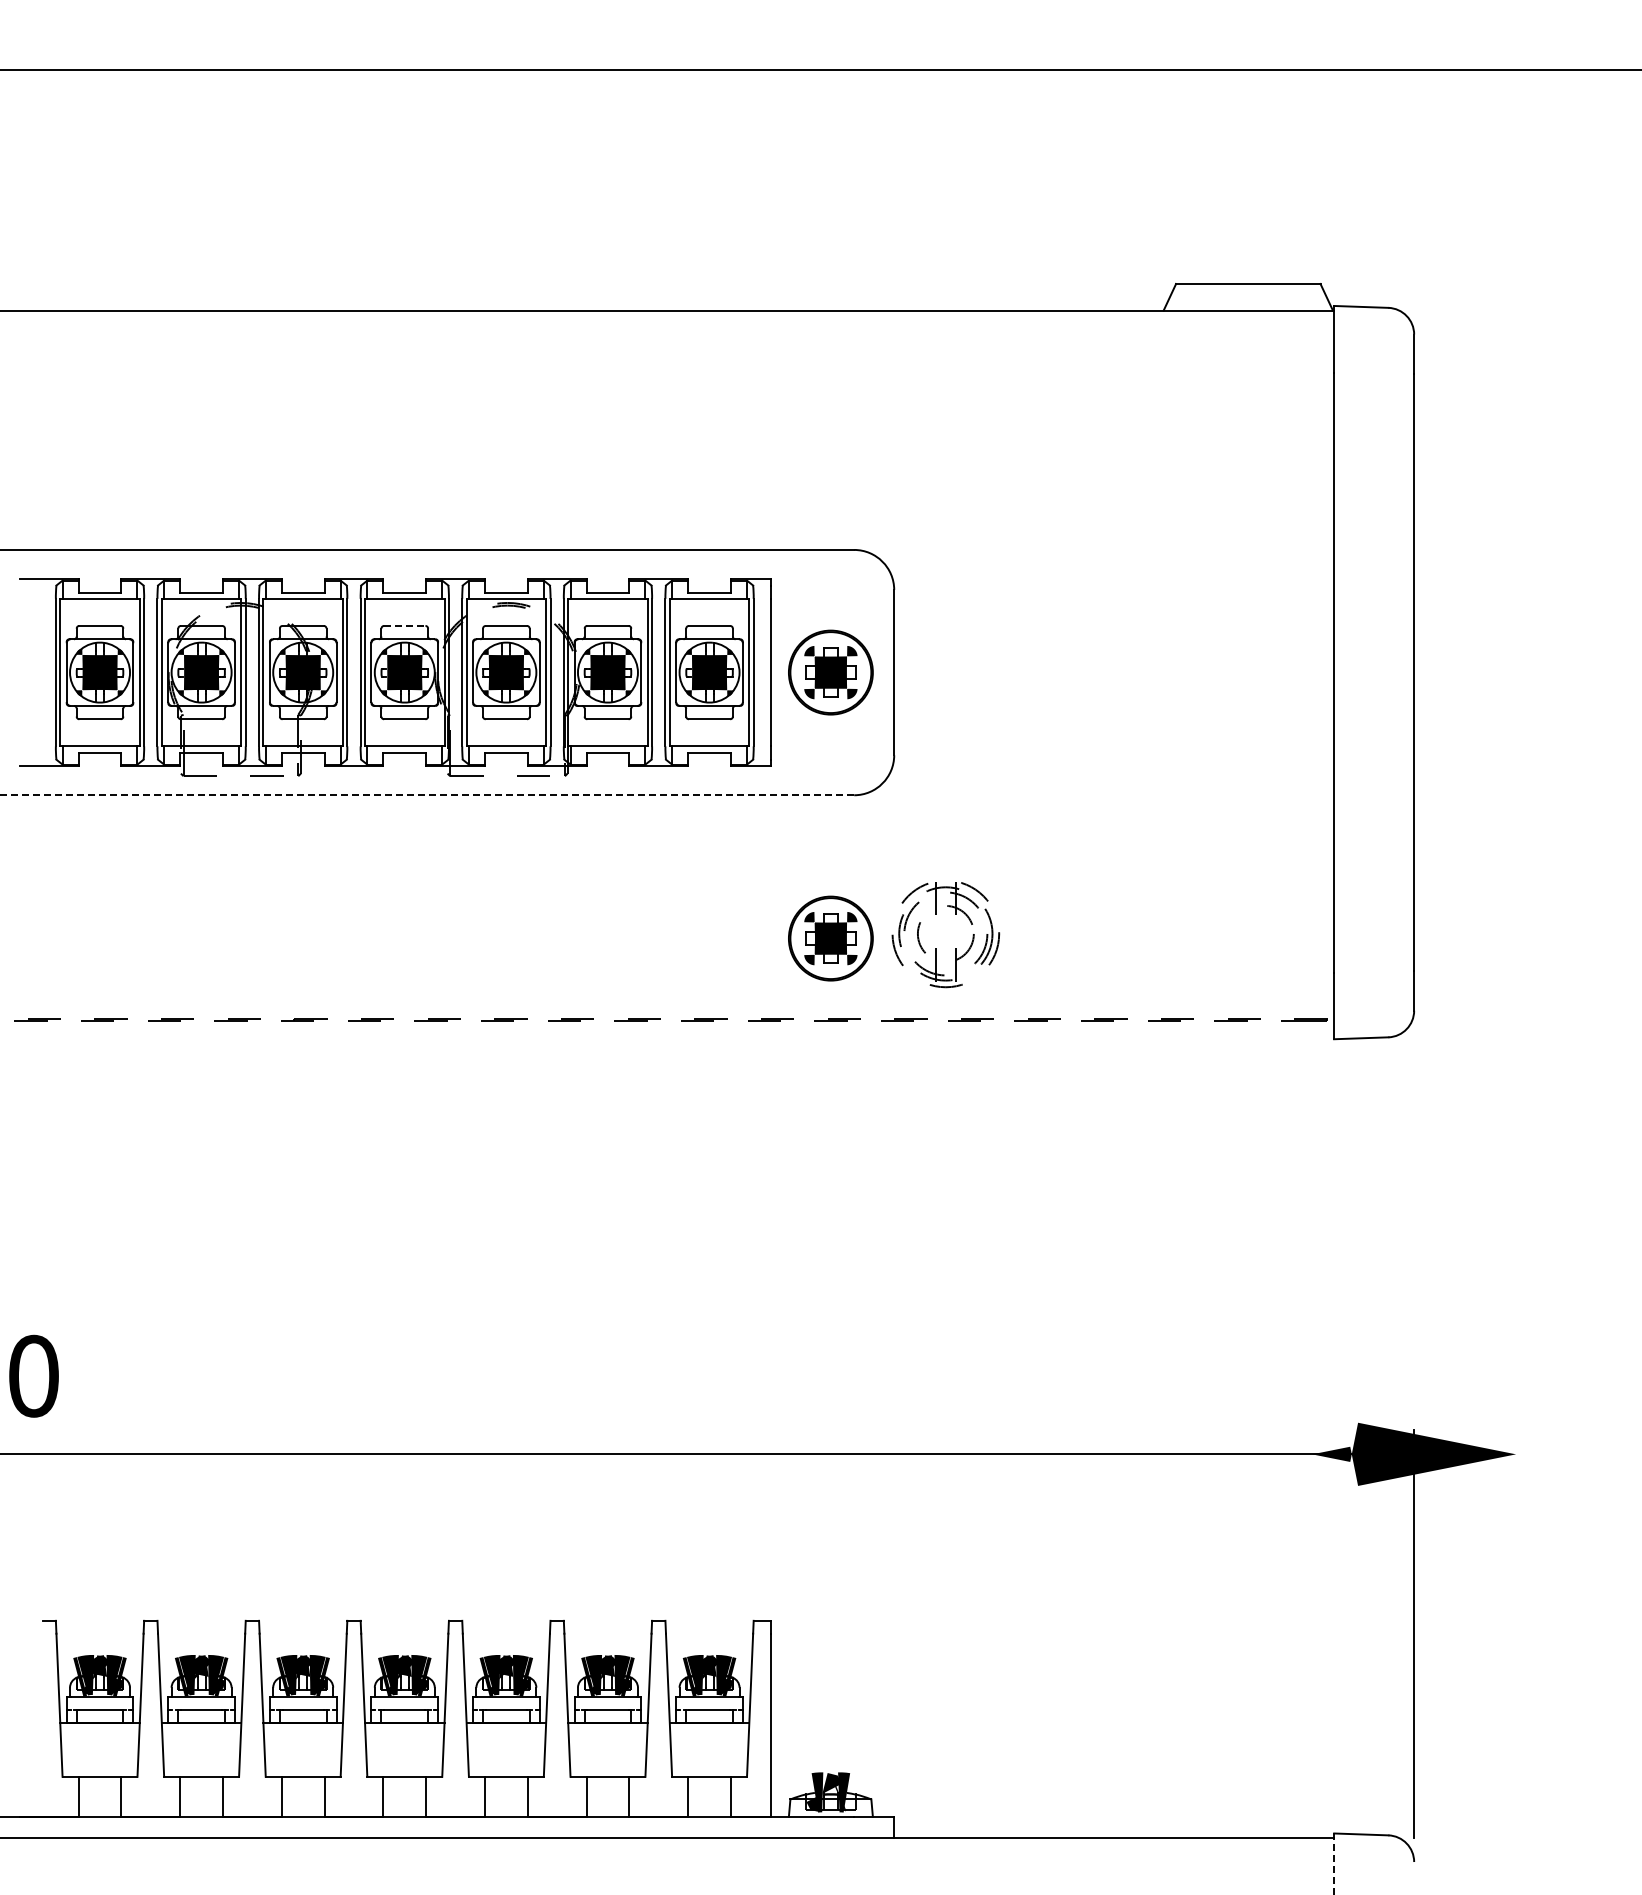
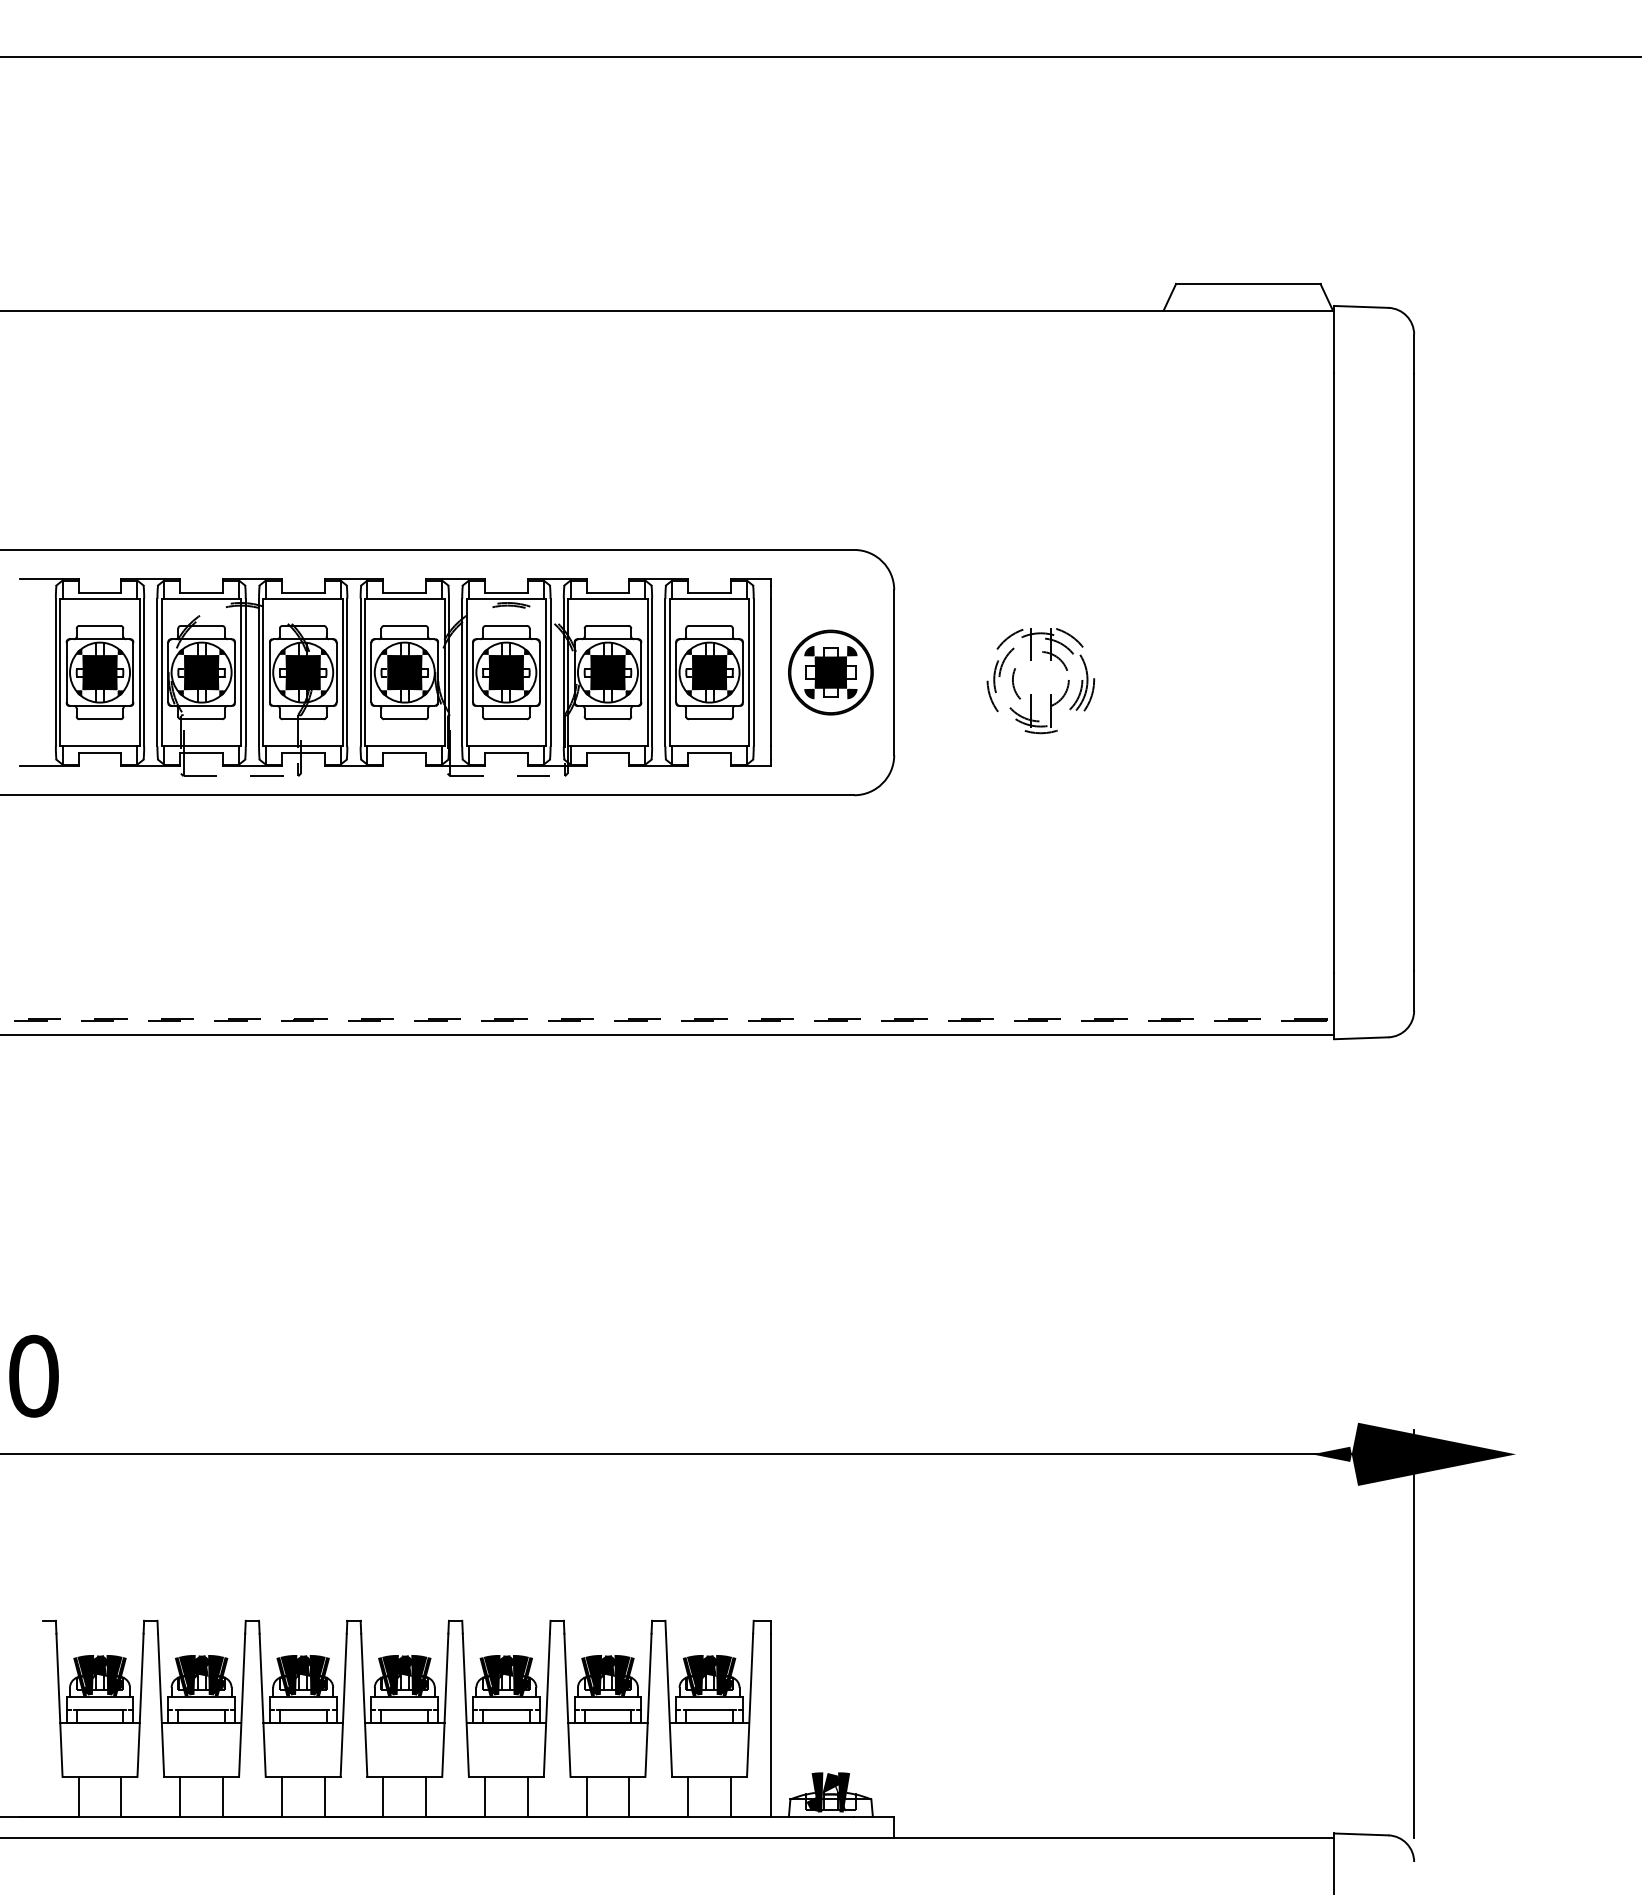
line at (820, 69) position: (820, 69) -> (820, 56)
line at (404, 625): dashed -> solid
line at (427, 795): dashed -> solid
part at (830, 938): present -> none
part at (936, 948) position: (936, 948) -> (1031, 694)
line at (668, 1034): none -> present
line at (1334, 1864): dashed -> solid
